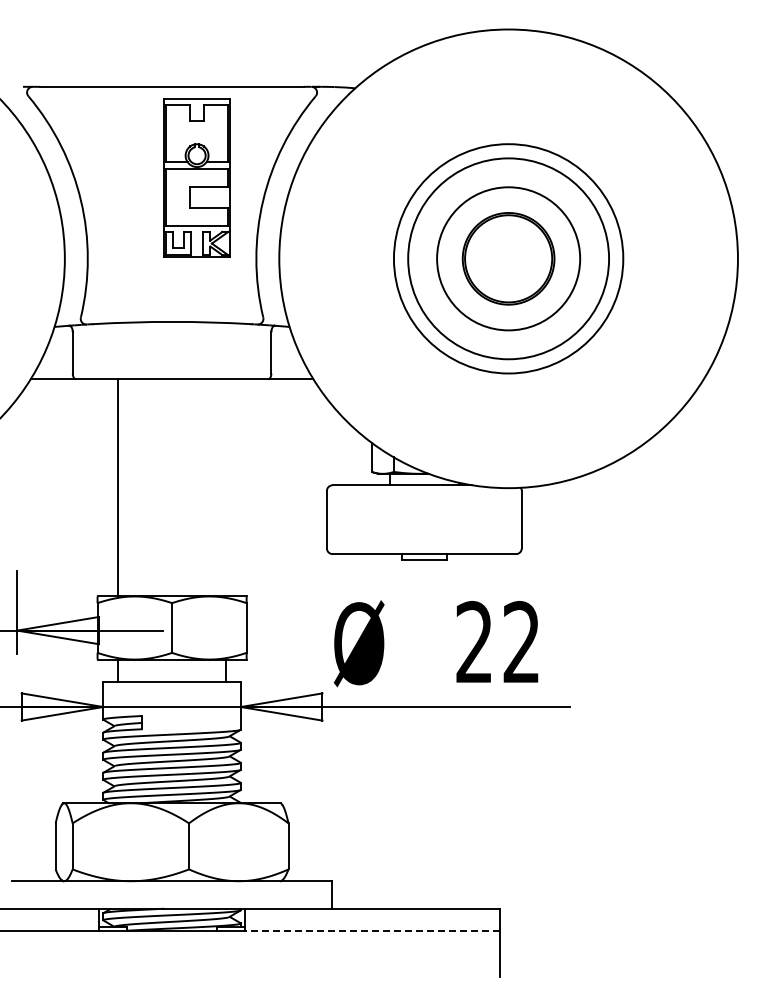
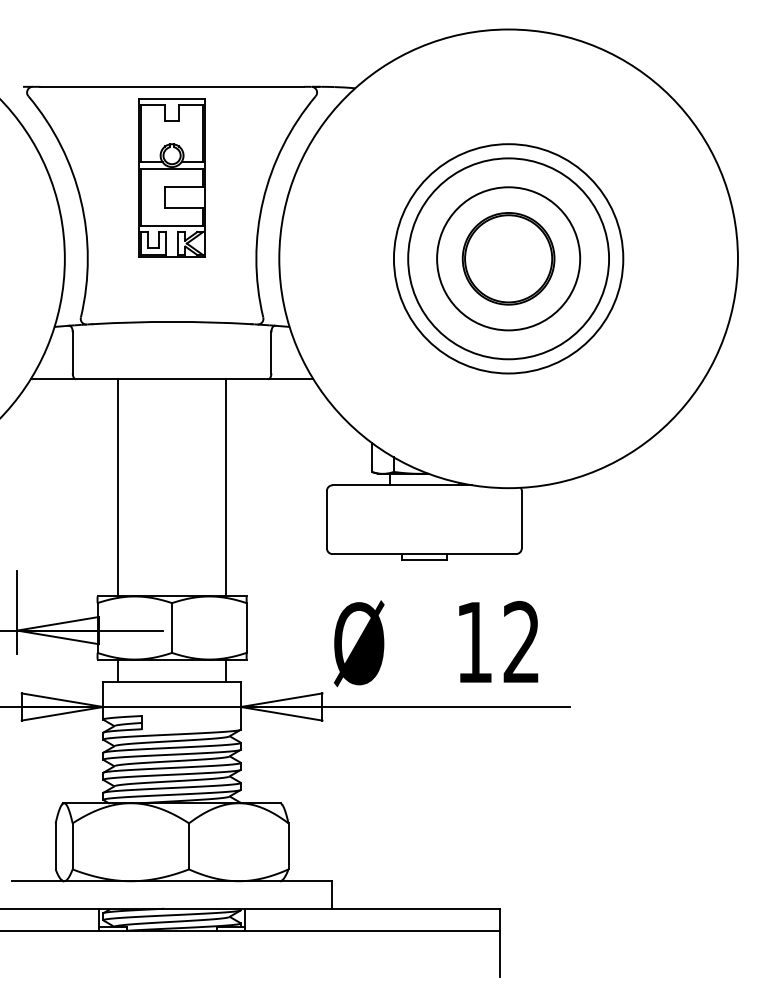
part at (196, 177) position: (196, 177) -> (171, 177)
line at (225, 487): none -> present
text at (473, 641): 22 -> 12
line at (371, 931): dashed -> solid
